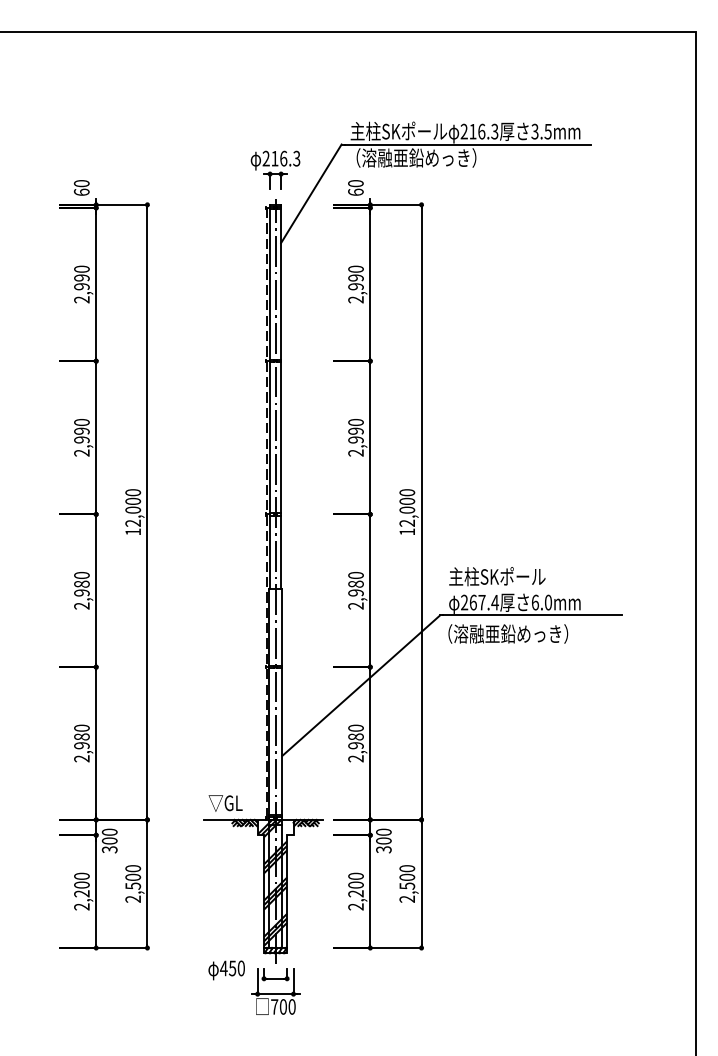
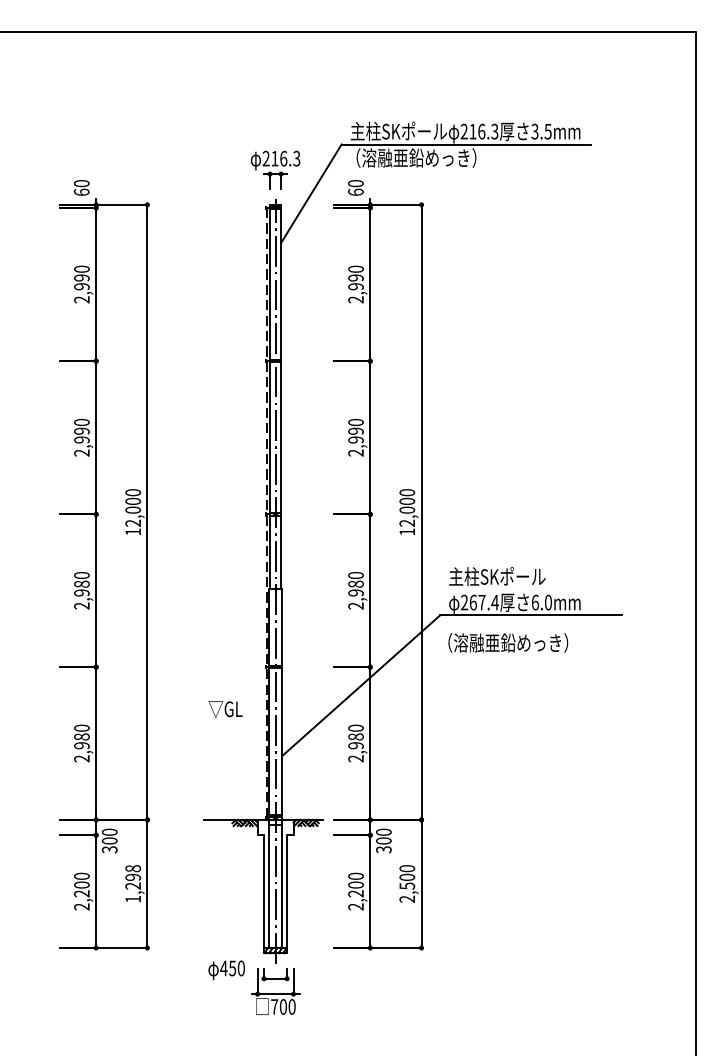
text at (508, 633) position: (508, 633) -> (508, 642)
text at (225, 803) position: (225, 803) -> (225, 709)
hatch at (275, 882): present -> none
text at (133, 883): 2,500 -> 1,298
